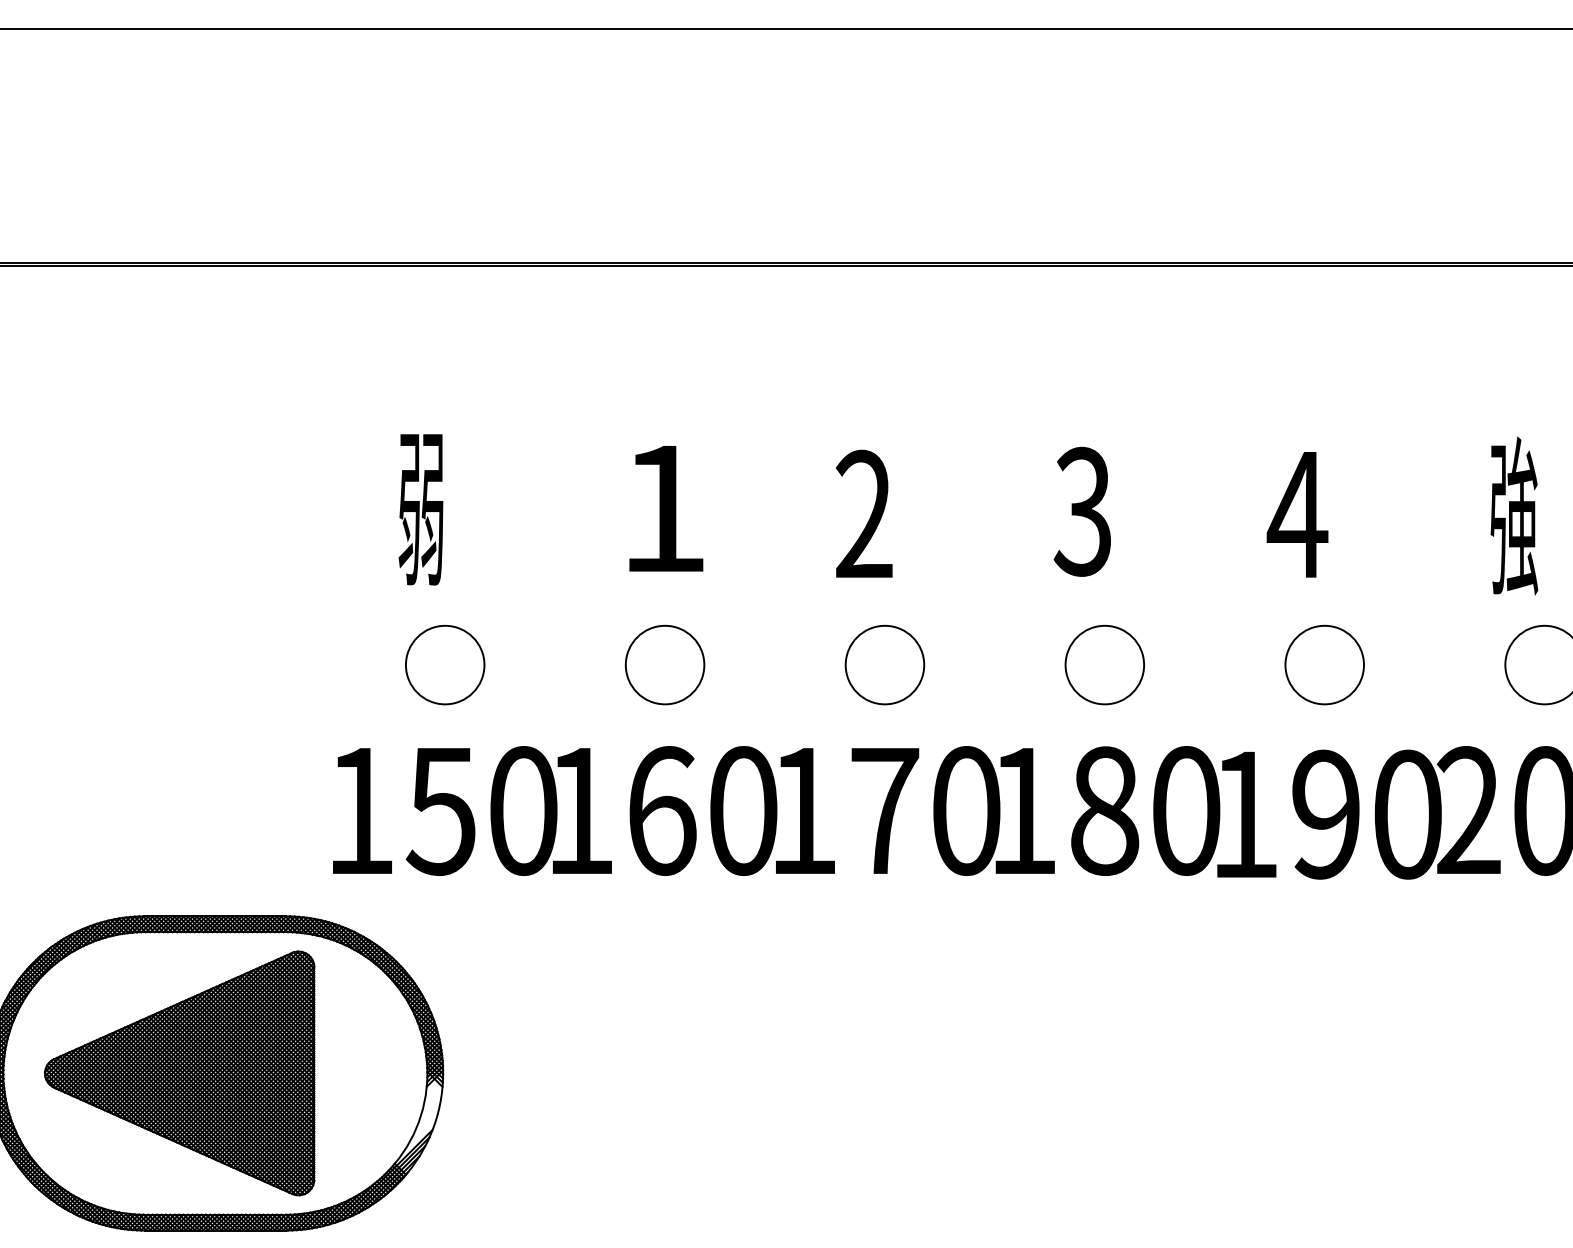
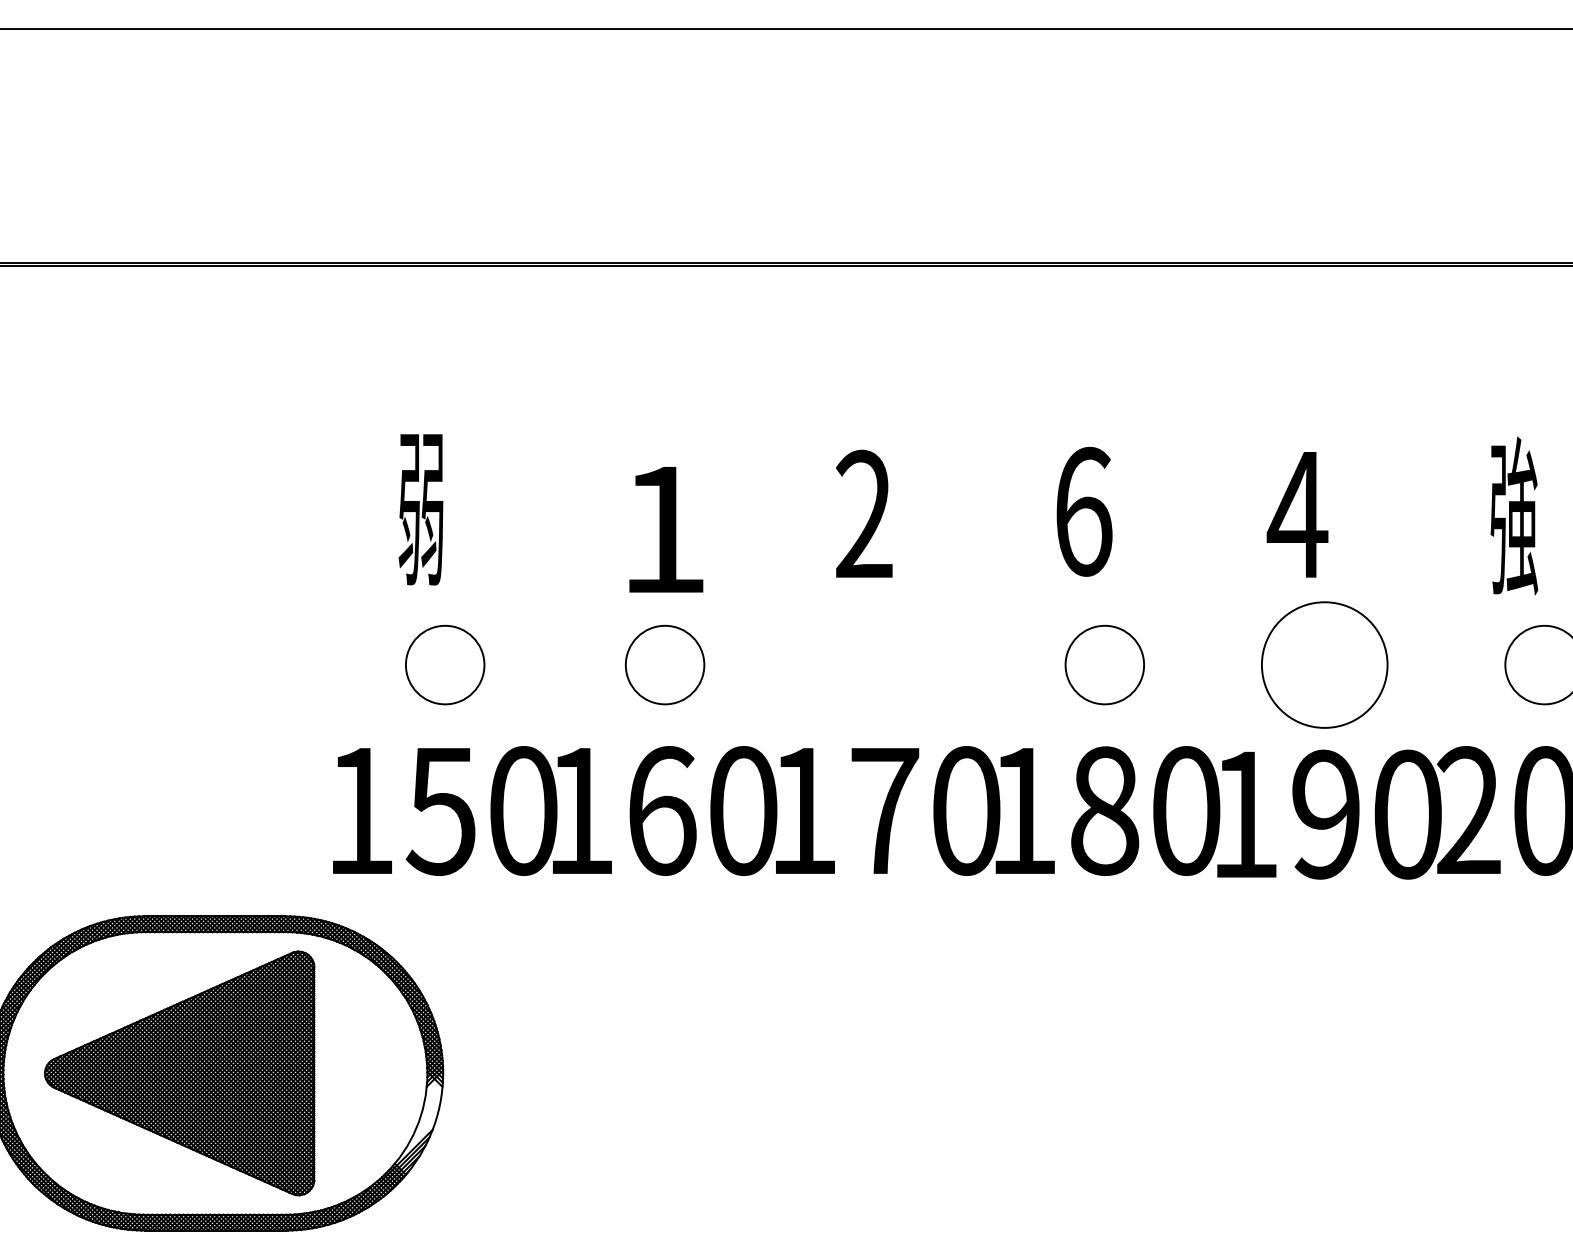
text at (666, 508) position: (666, 508) -> (666, 529)
text at (1082, 511): 3 -> 6
circle at (884, 664): present -> none
circle at (1324, 664) diameter: 79 px -> 126 px
